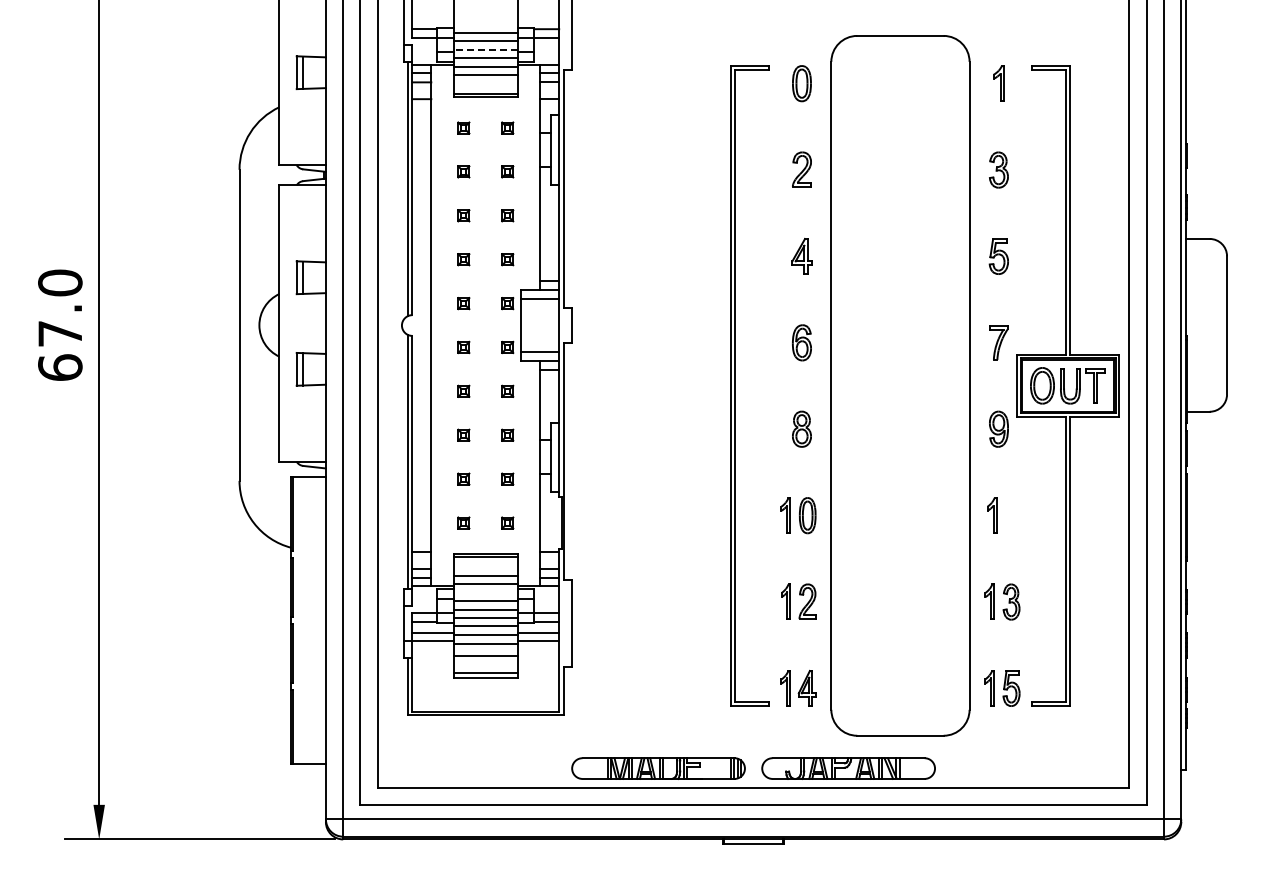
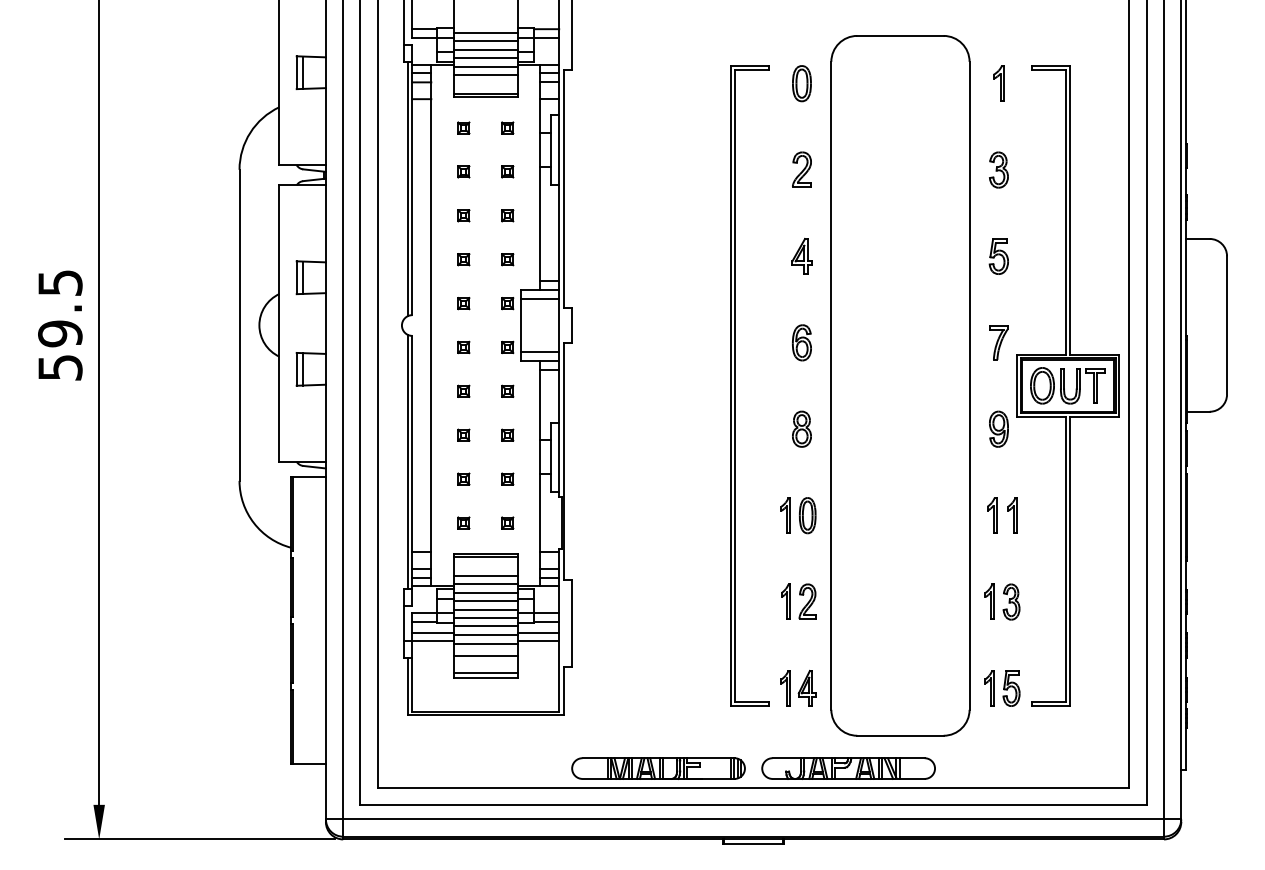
line at (485, 49): dashed -> solid
text at (60, 324): 67.0 -> 59.5
part at (1012, 515): none -> present
line at (485, 592): none -> present
